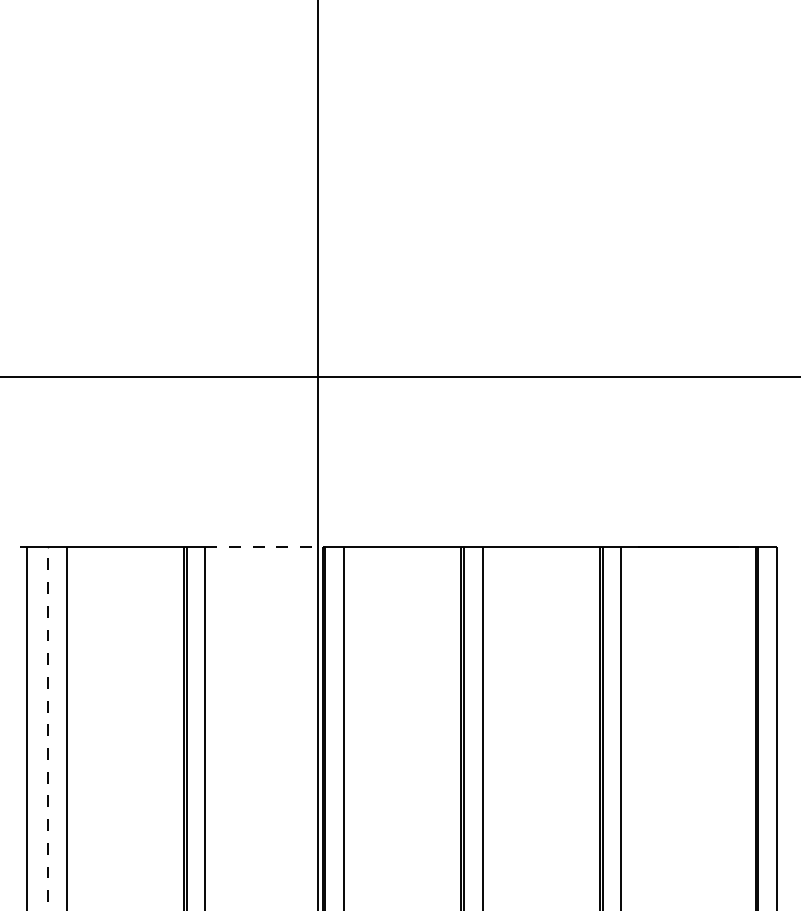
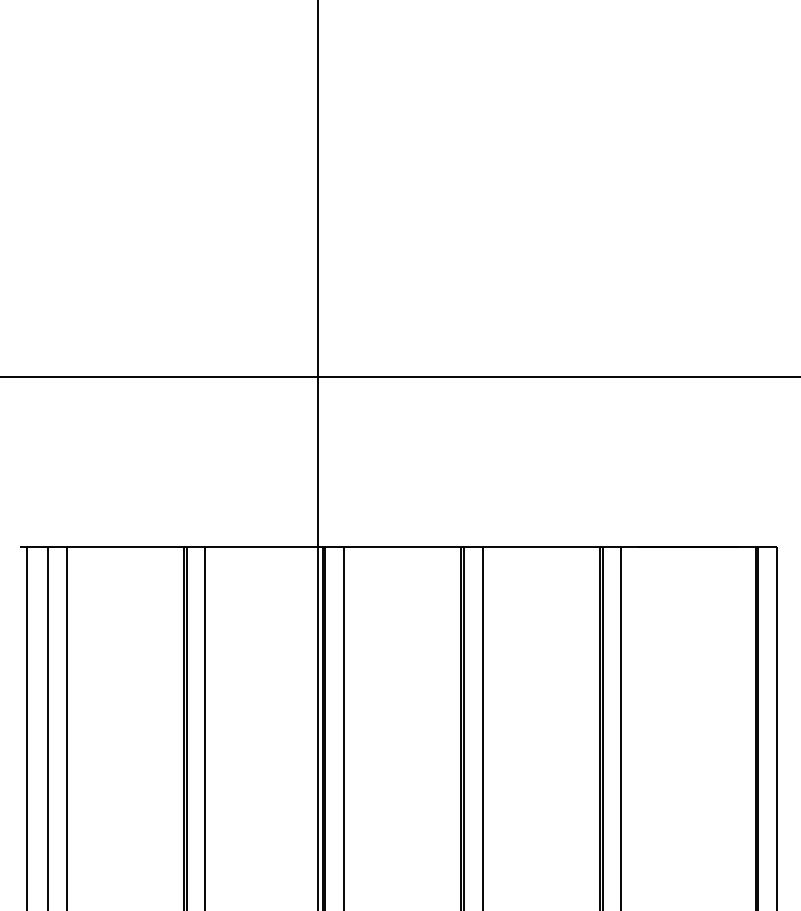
line at (264, 546): dashed -> solid
line at (48, 728): dashed -> solid
